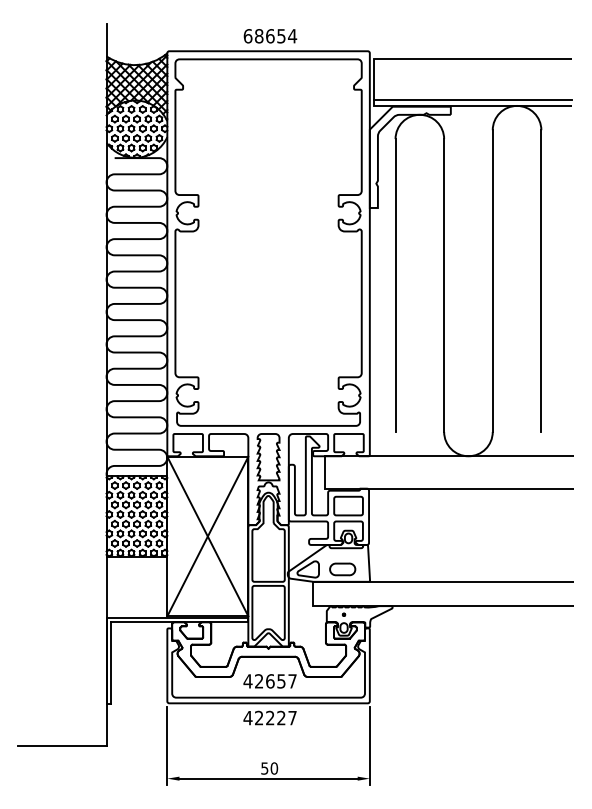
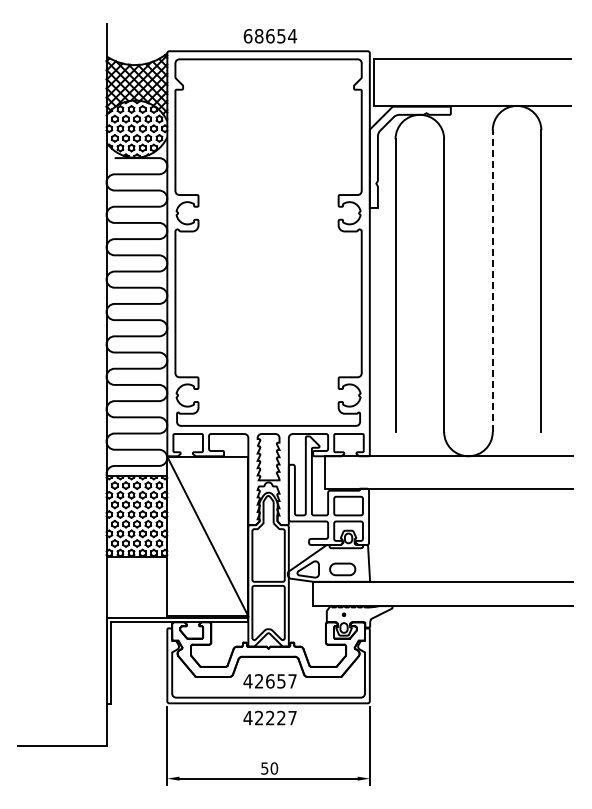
line at (472, 99): present -> none
line at (492, 281): solid -> dashed
line at (207, 536): present -> none
